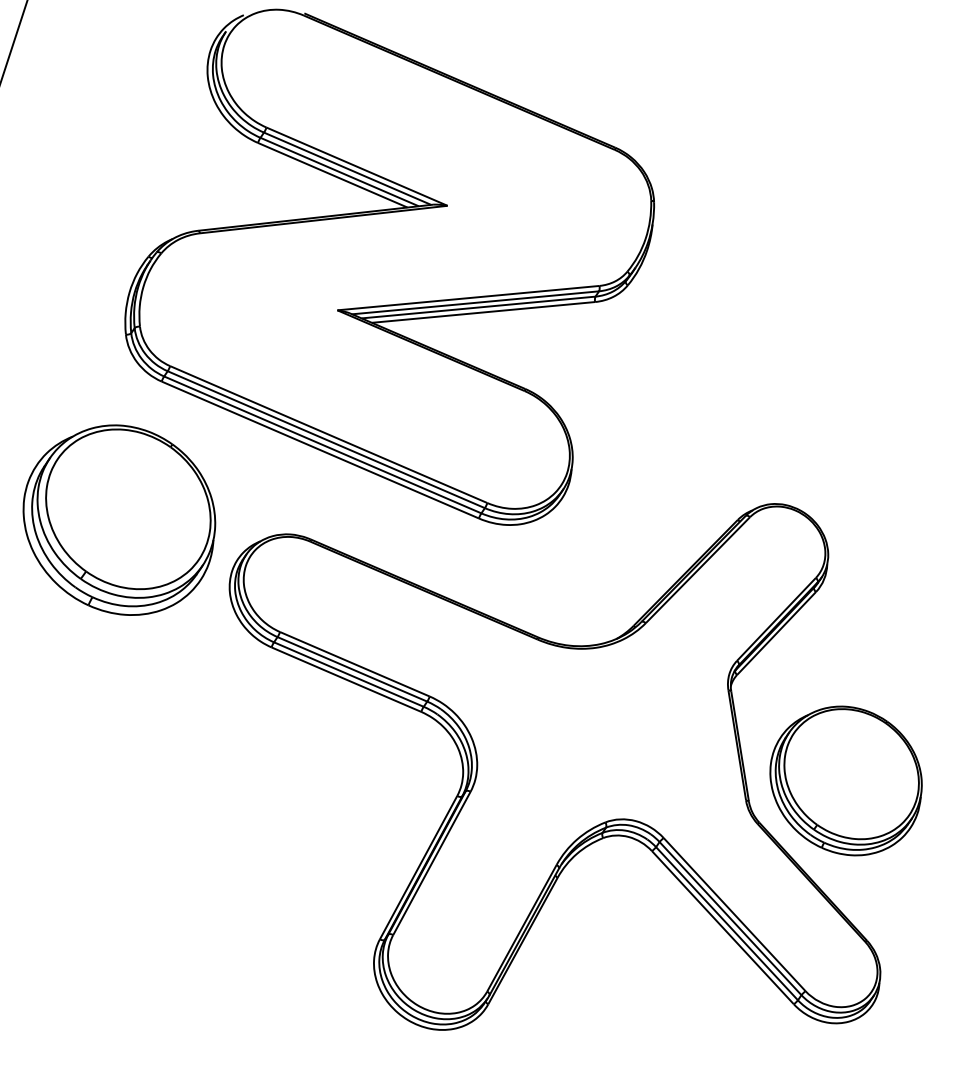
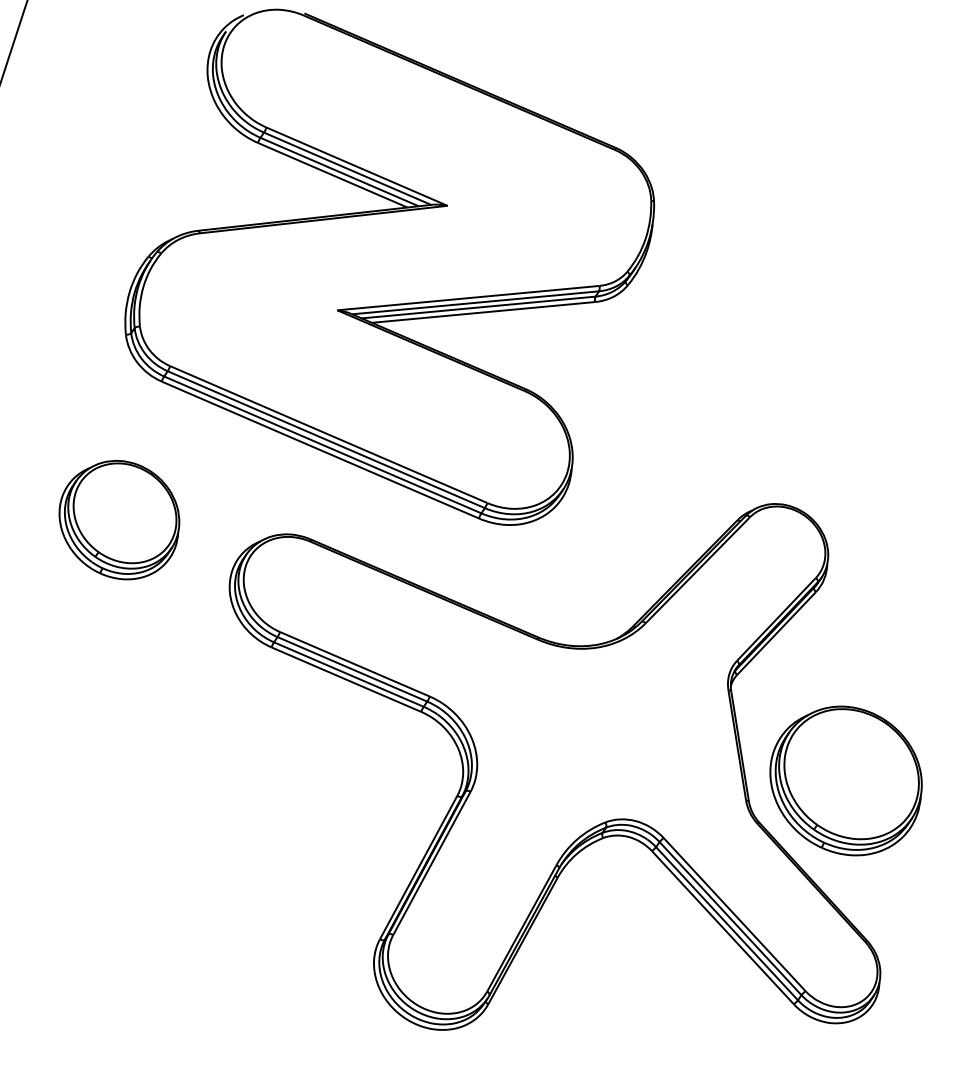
part at (119, 519) size: 195x192 px -> 123x122 px
